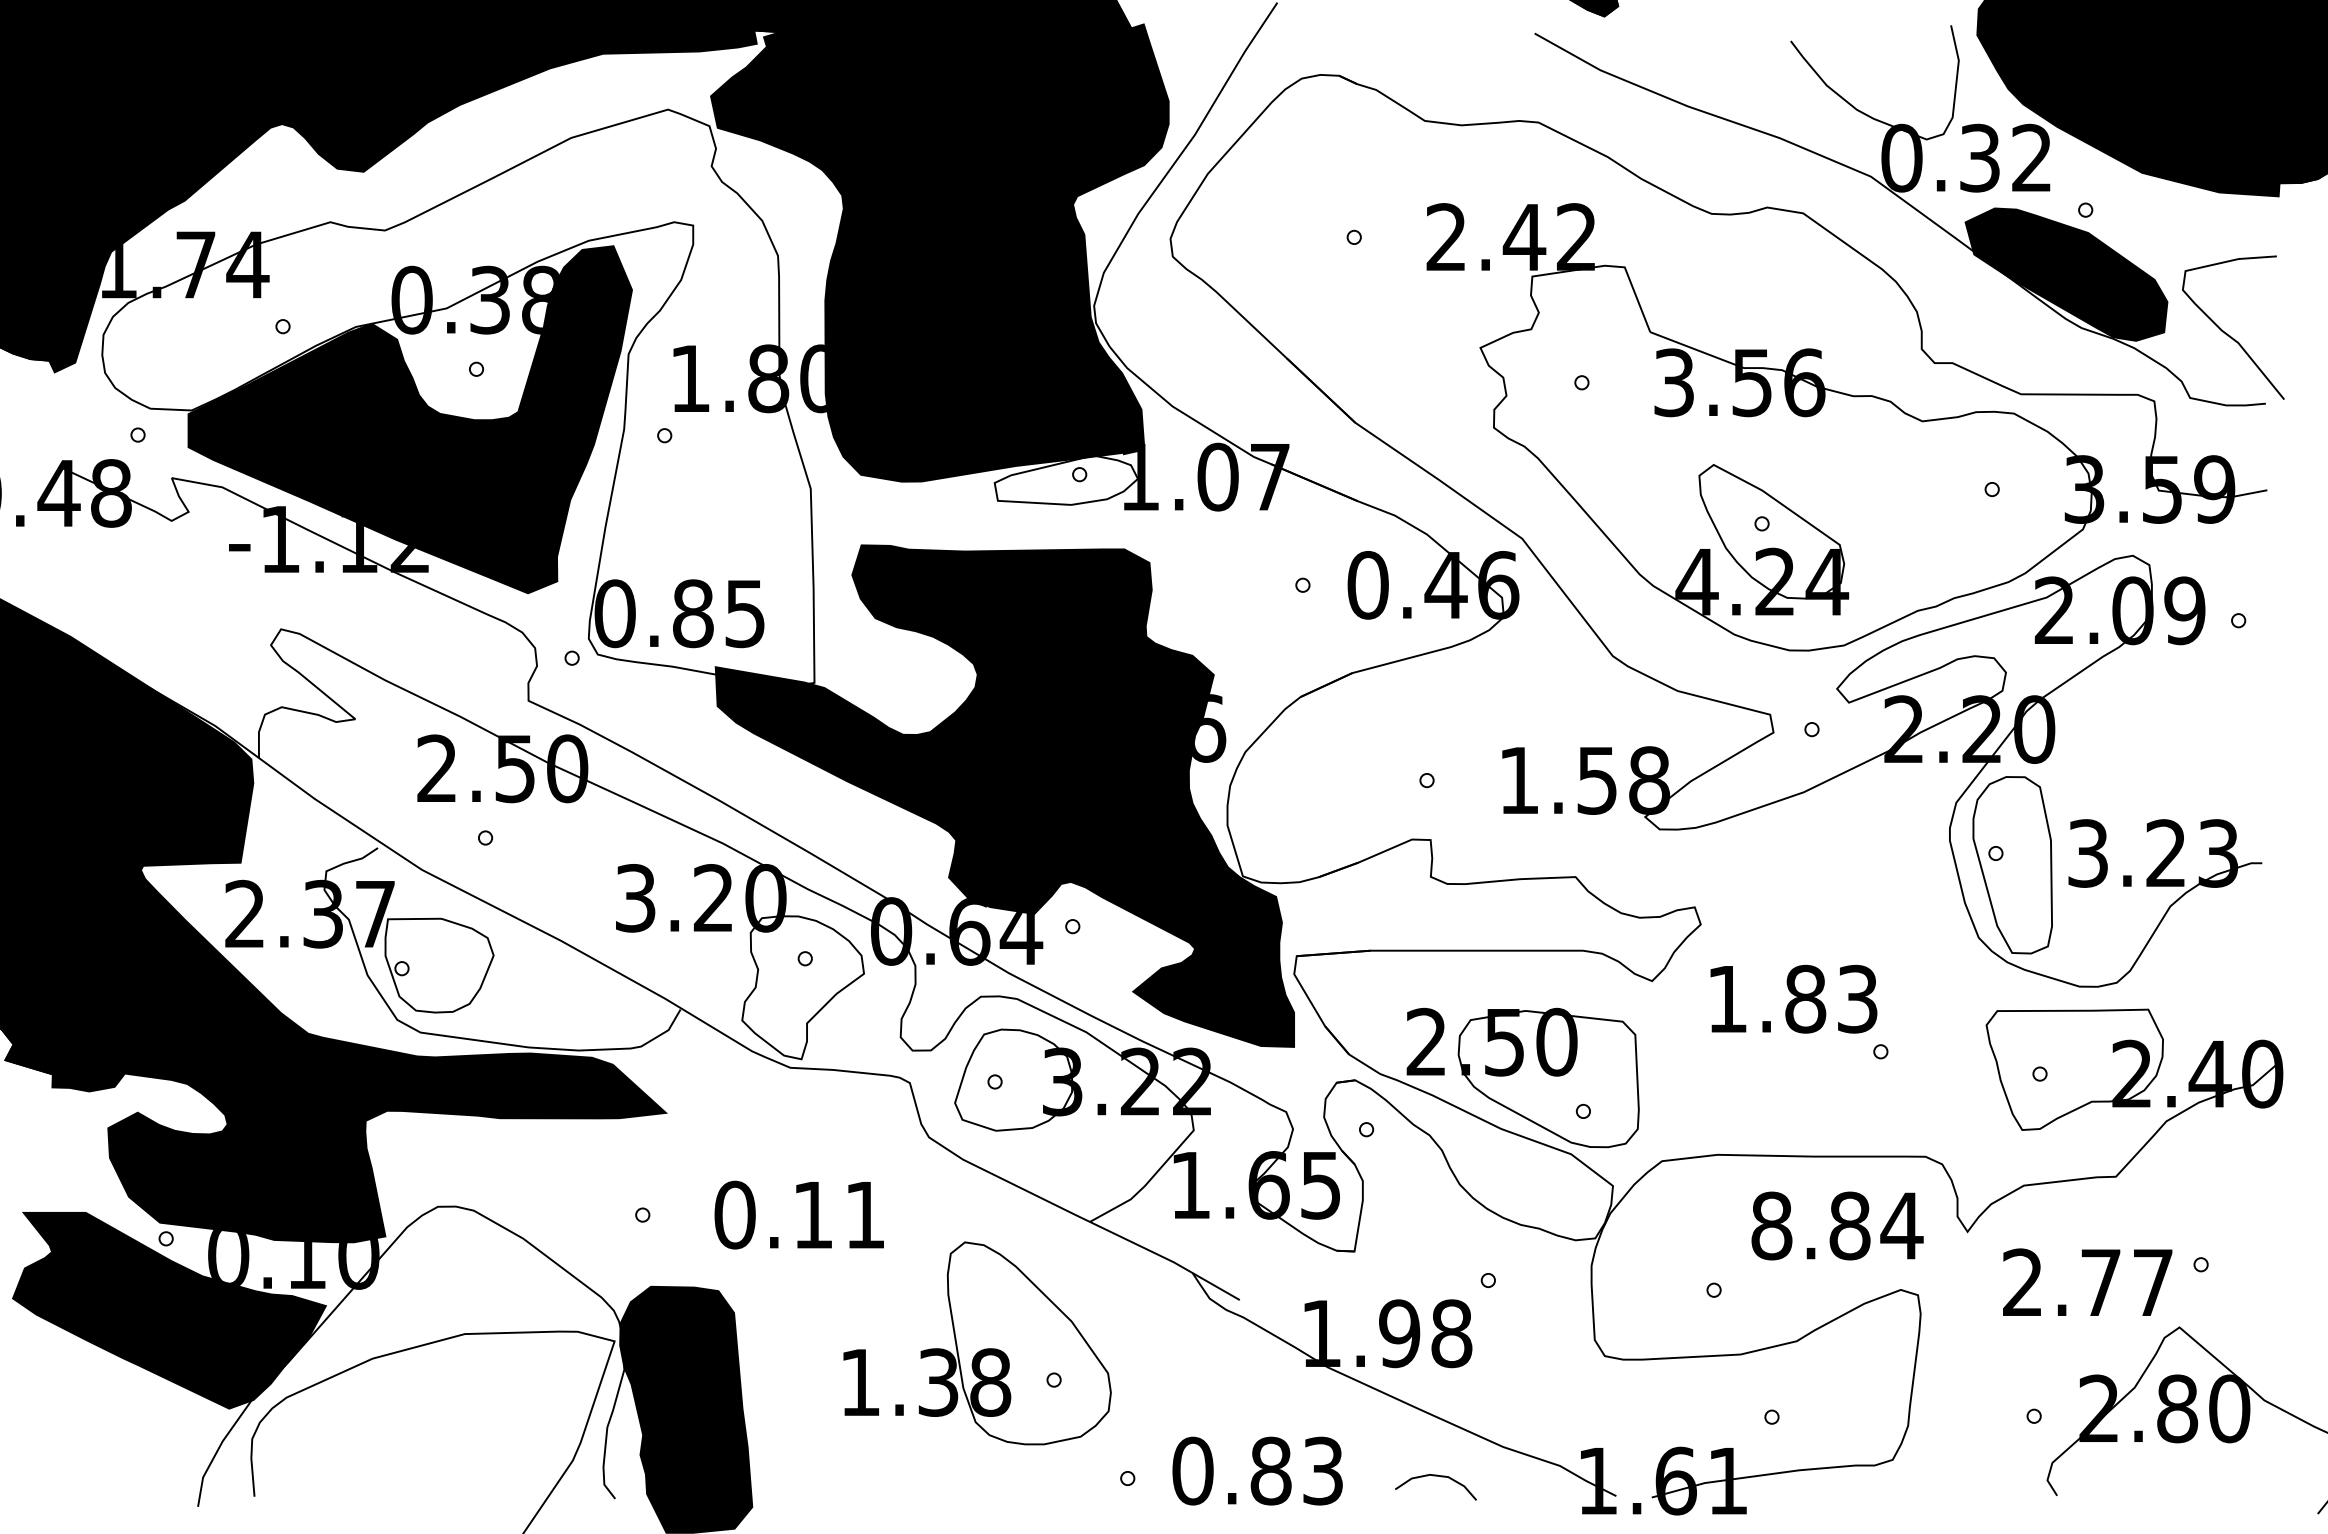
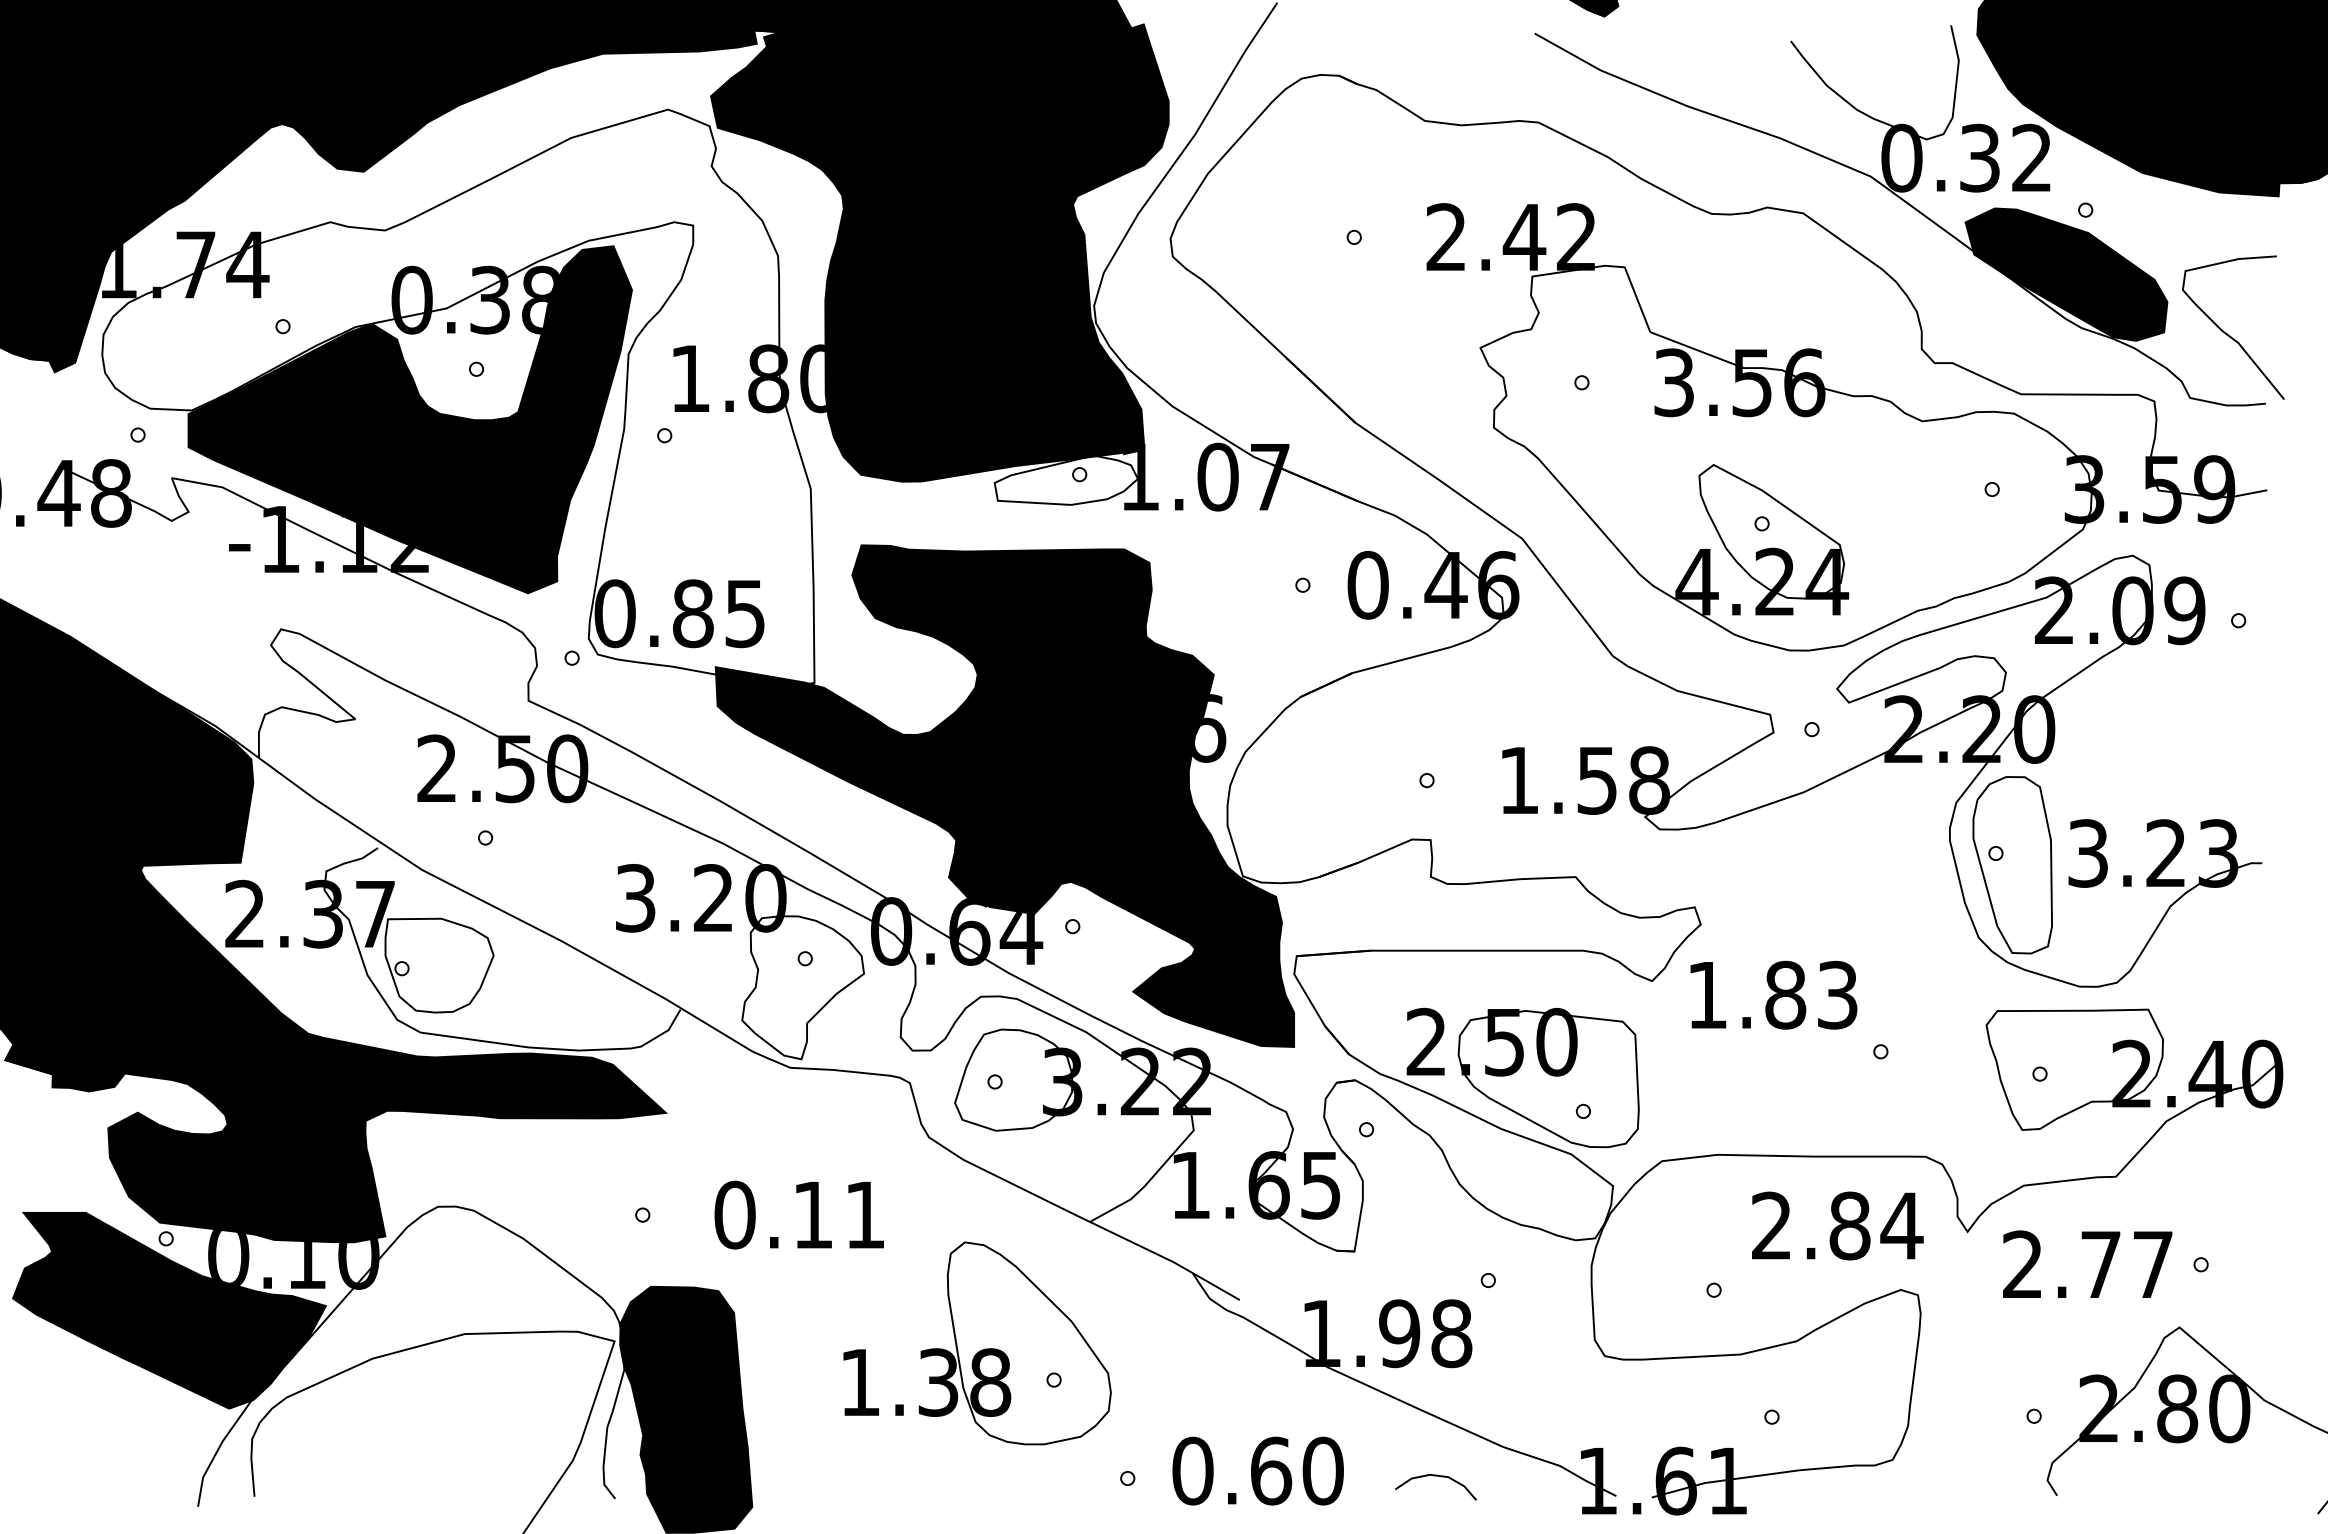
text at (1793, 998) position: (1793, 998) -> (1773, 994)
text at (1771, 1225): 8.84 -> 2.84
text at (2087, 1281) position: (2087, 1281) -> (2087, 1263)
text at (1296, 1470): 0.83 -> 0.60
